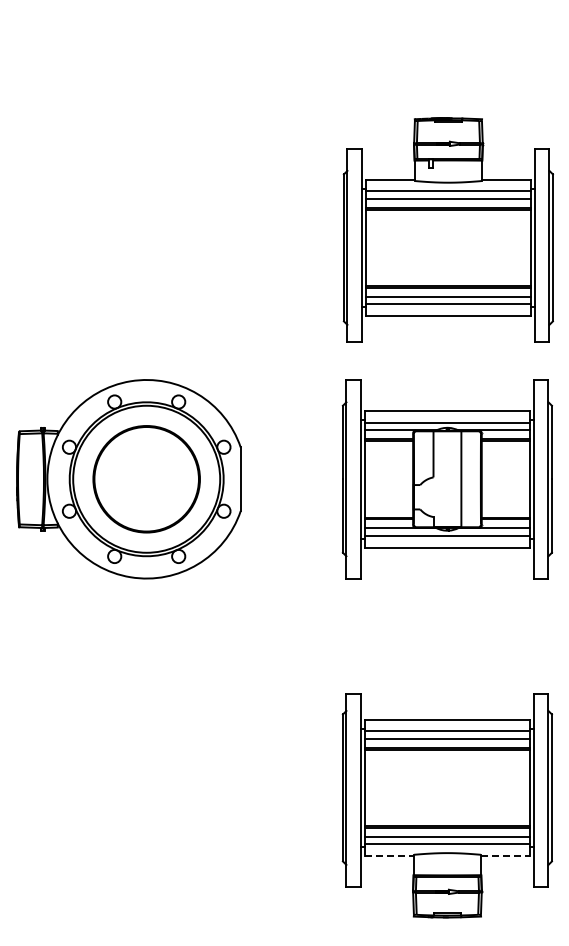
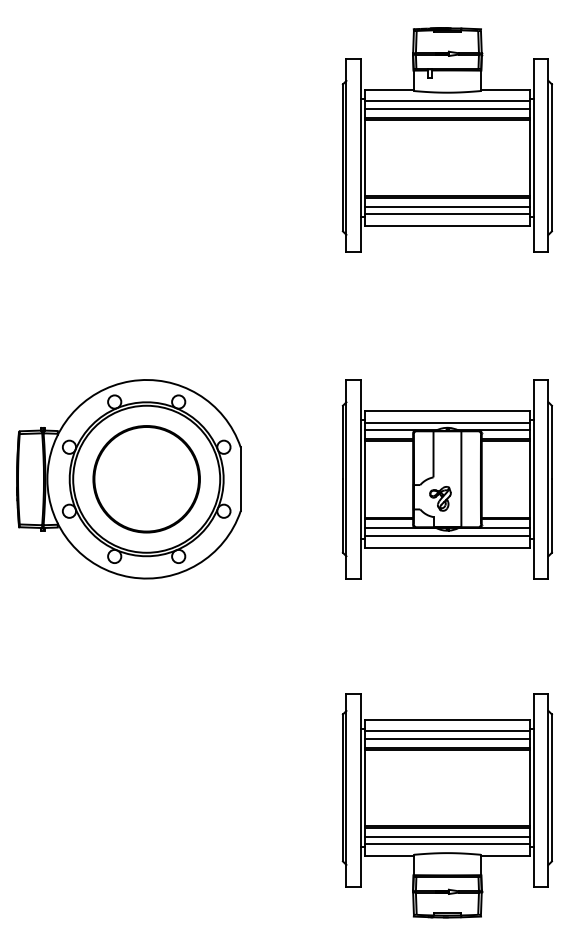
part at (447, 229) position: (447, 229) -> (446, 139)
part at (440, 498): none -> present
line at (389, 856): dashed -> solid
line at (505, 856): dashed -> solid
